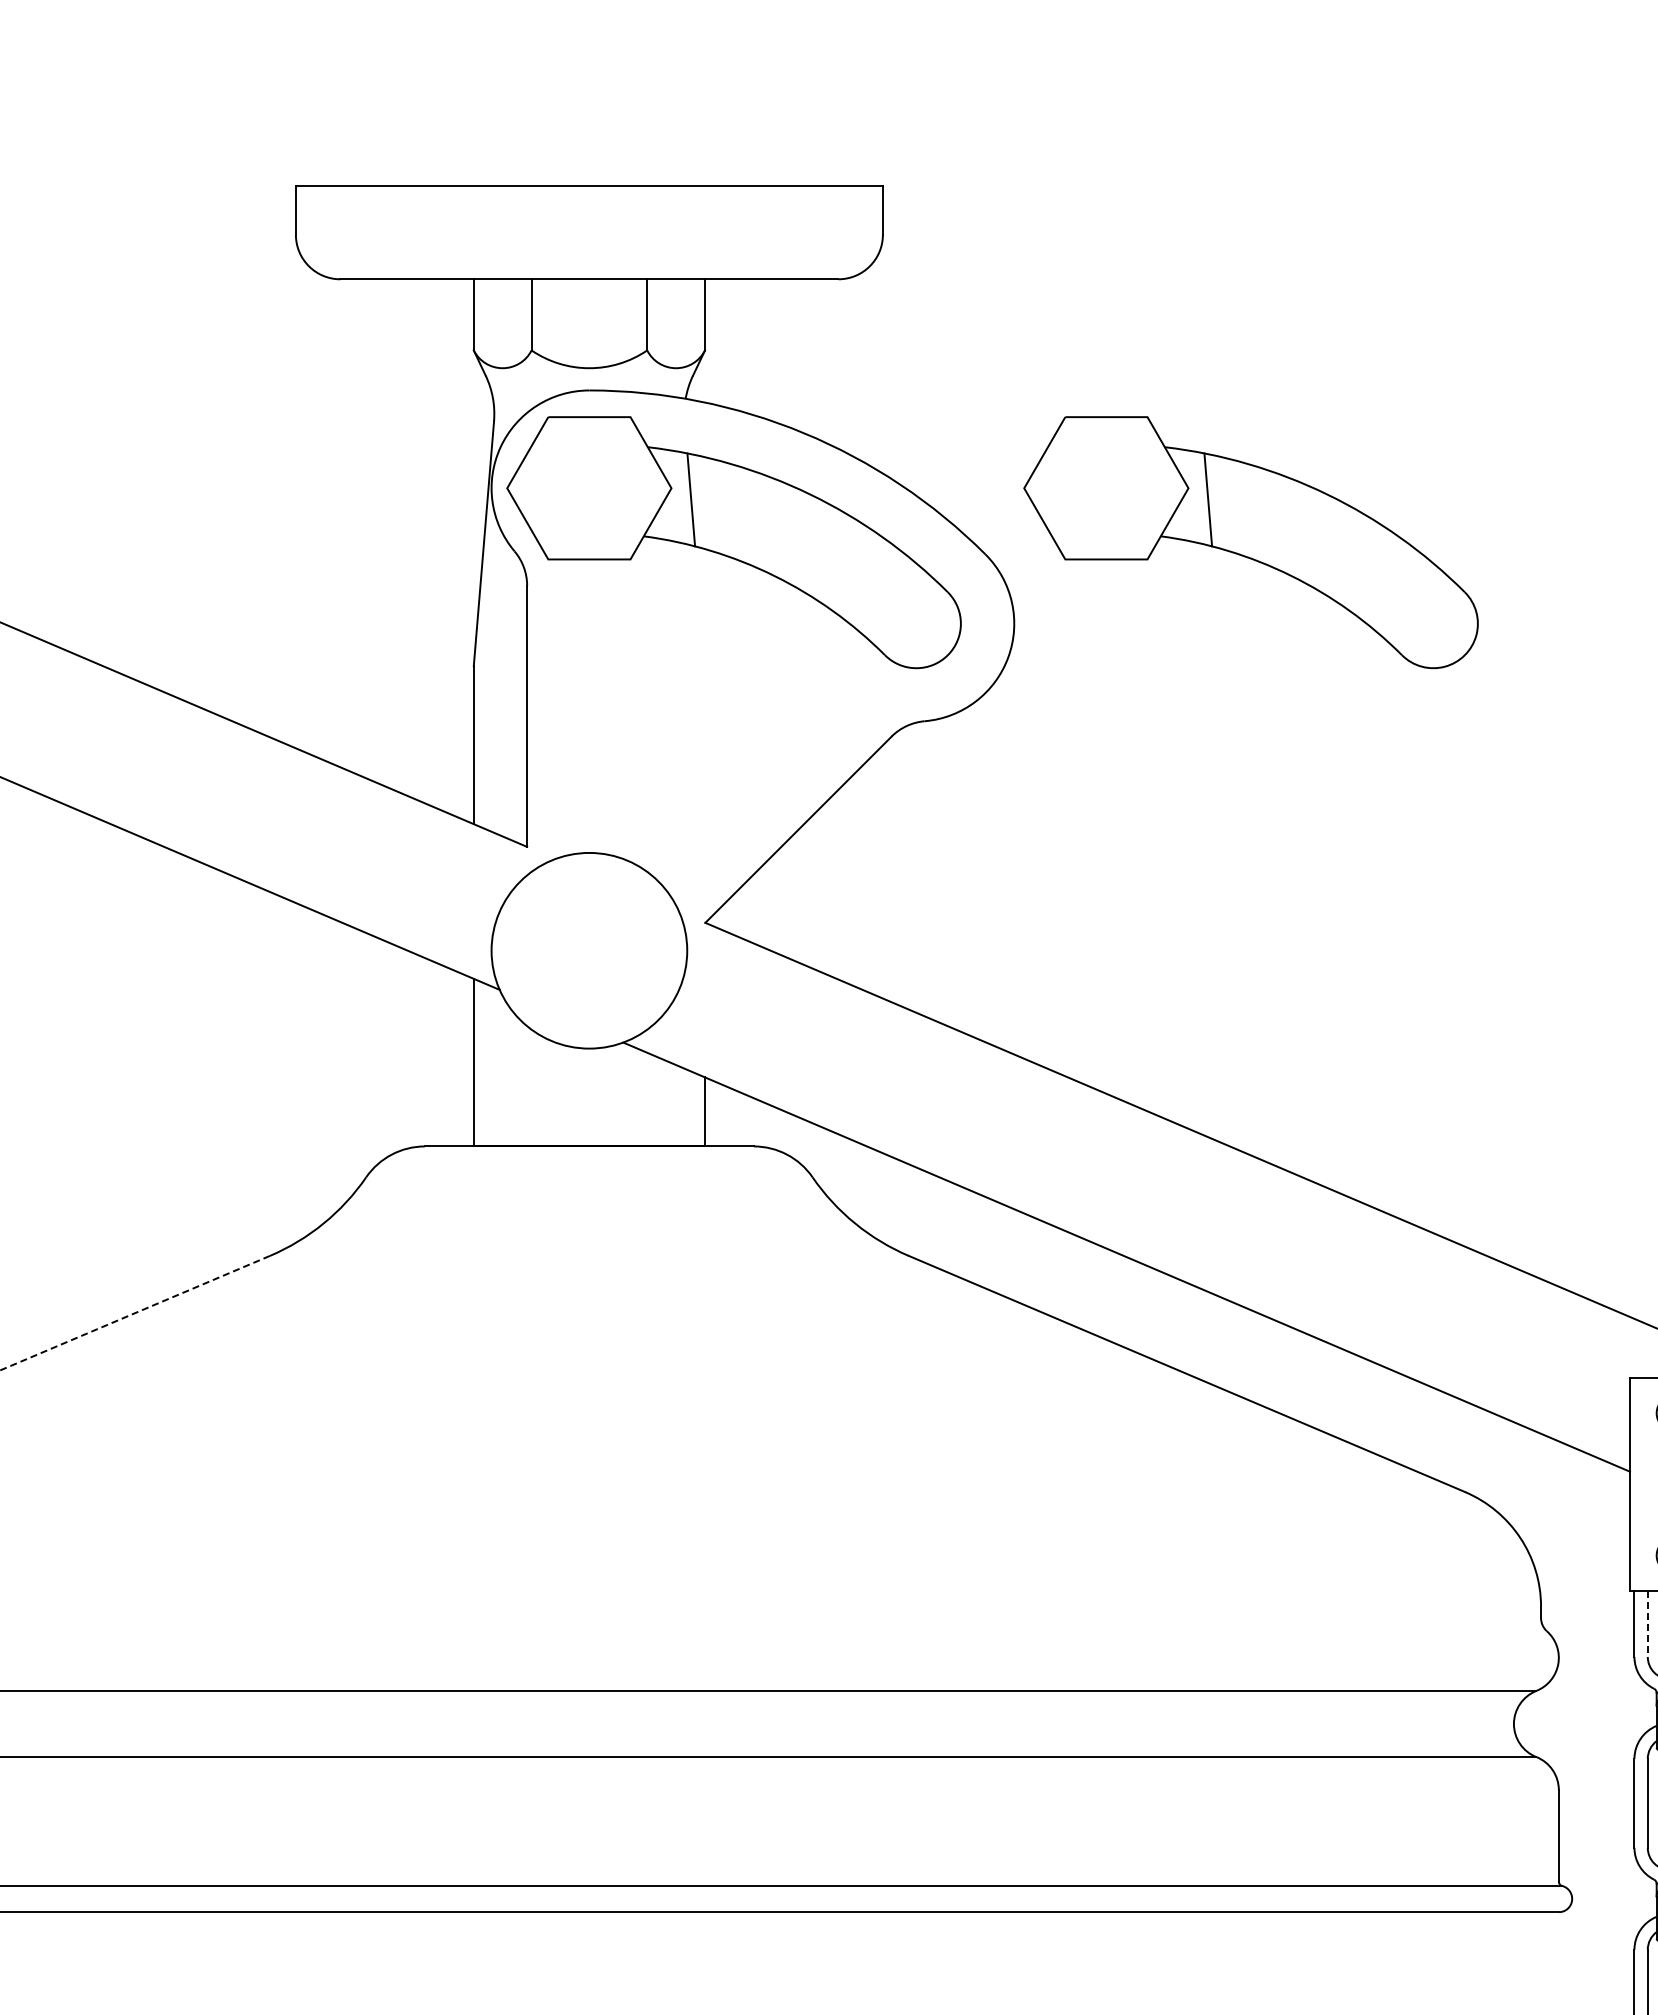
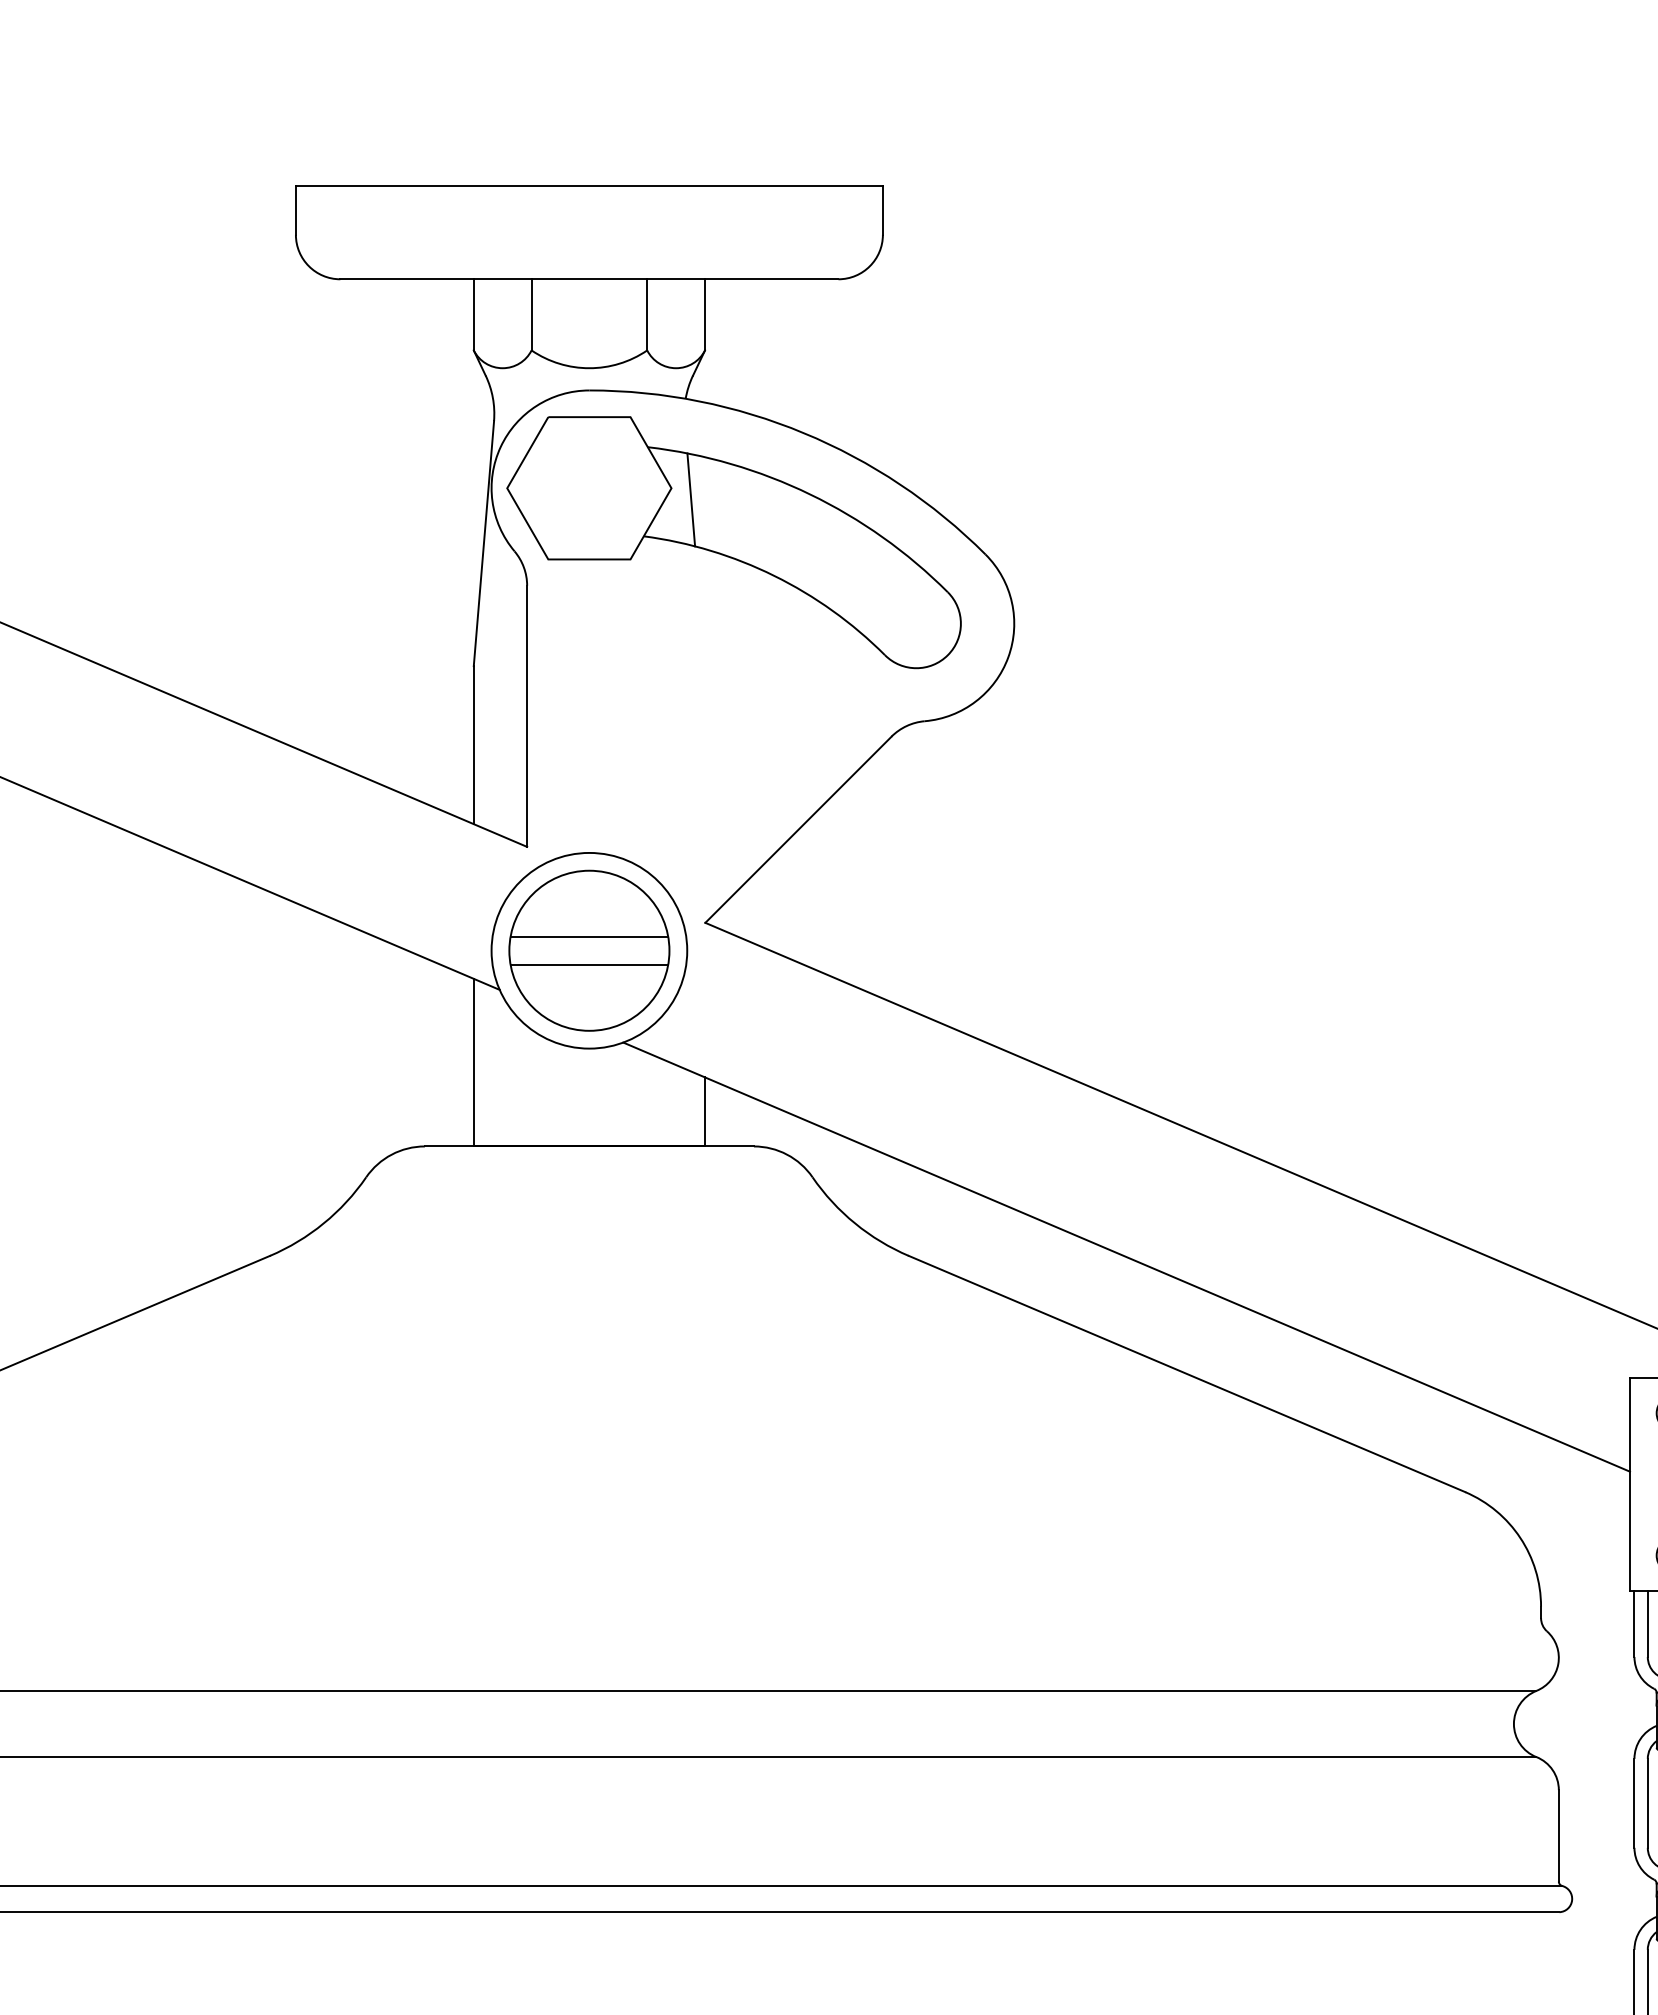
part at (1250, 542): present -> none
part at (589, 950): none -> present
line at (134, 1313): dashed -> solid
line at (1647, 1624): dashed -> solid
